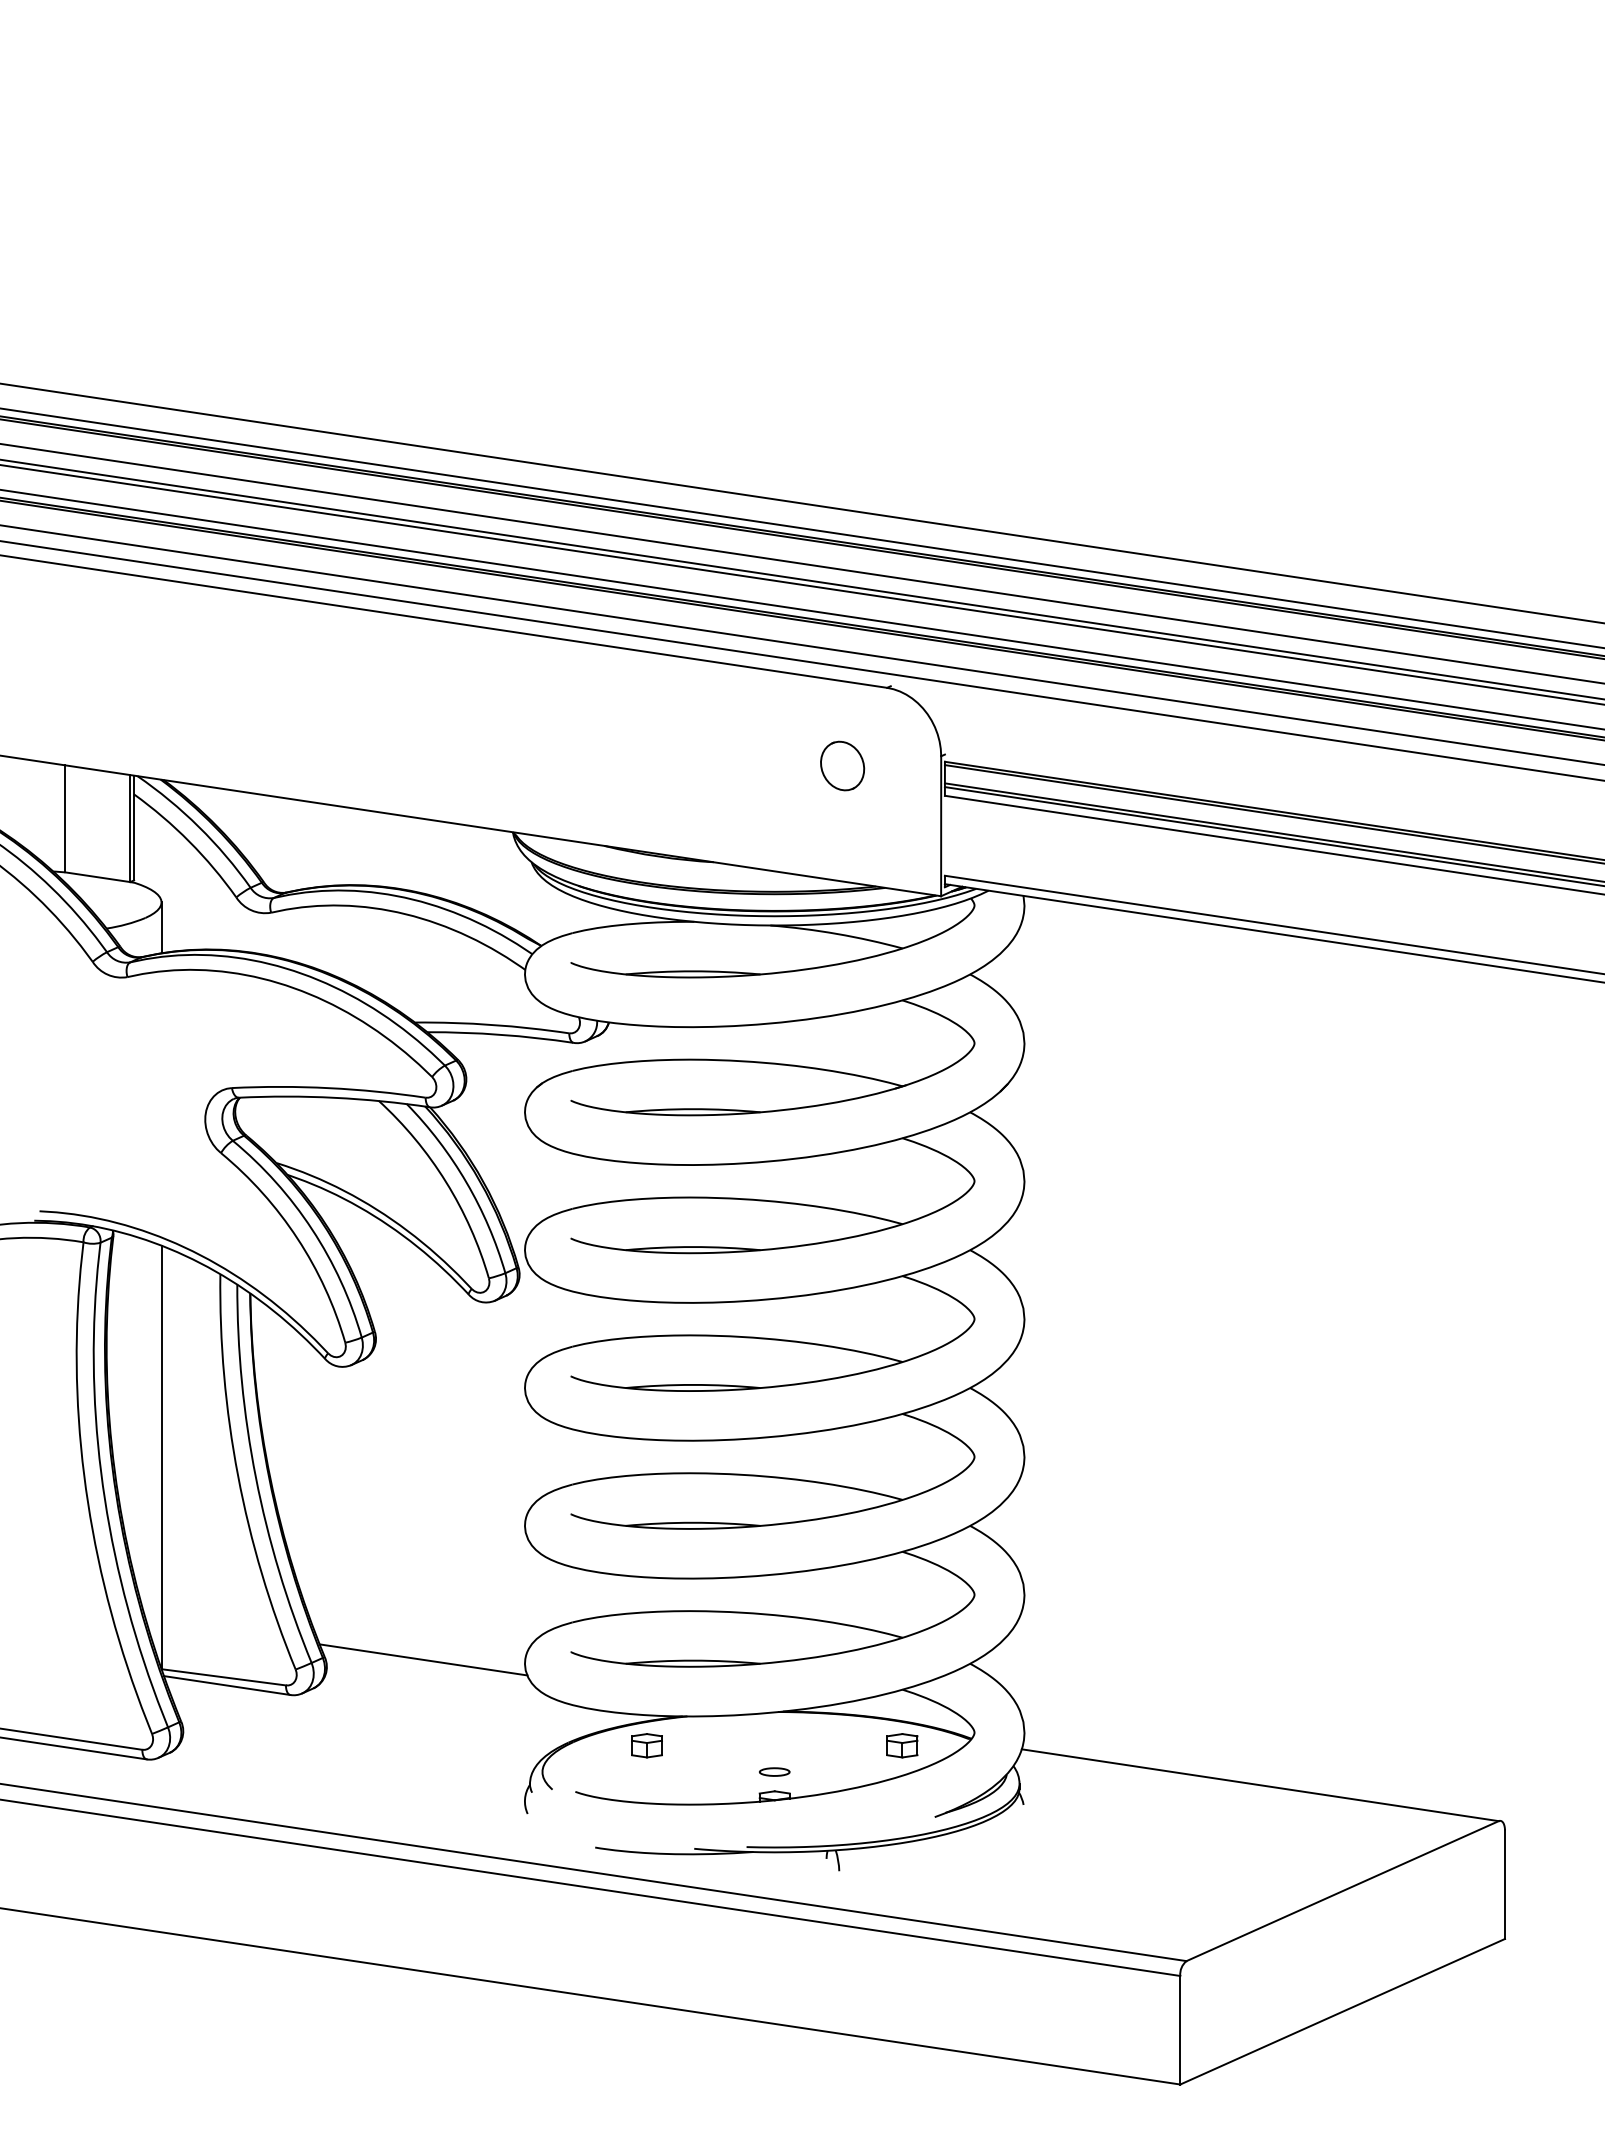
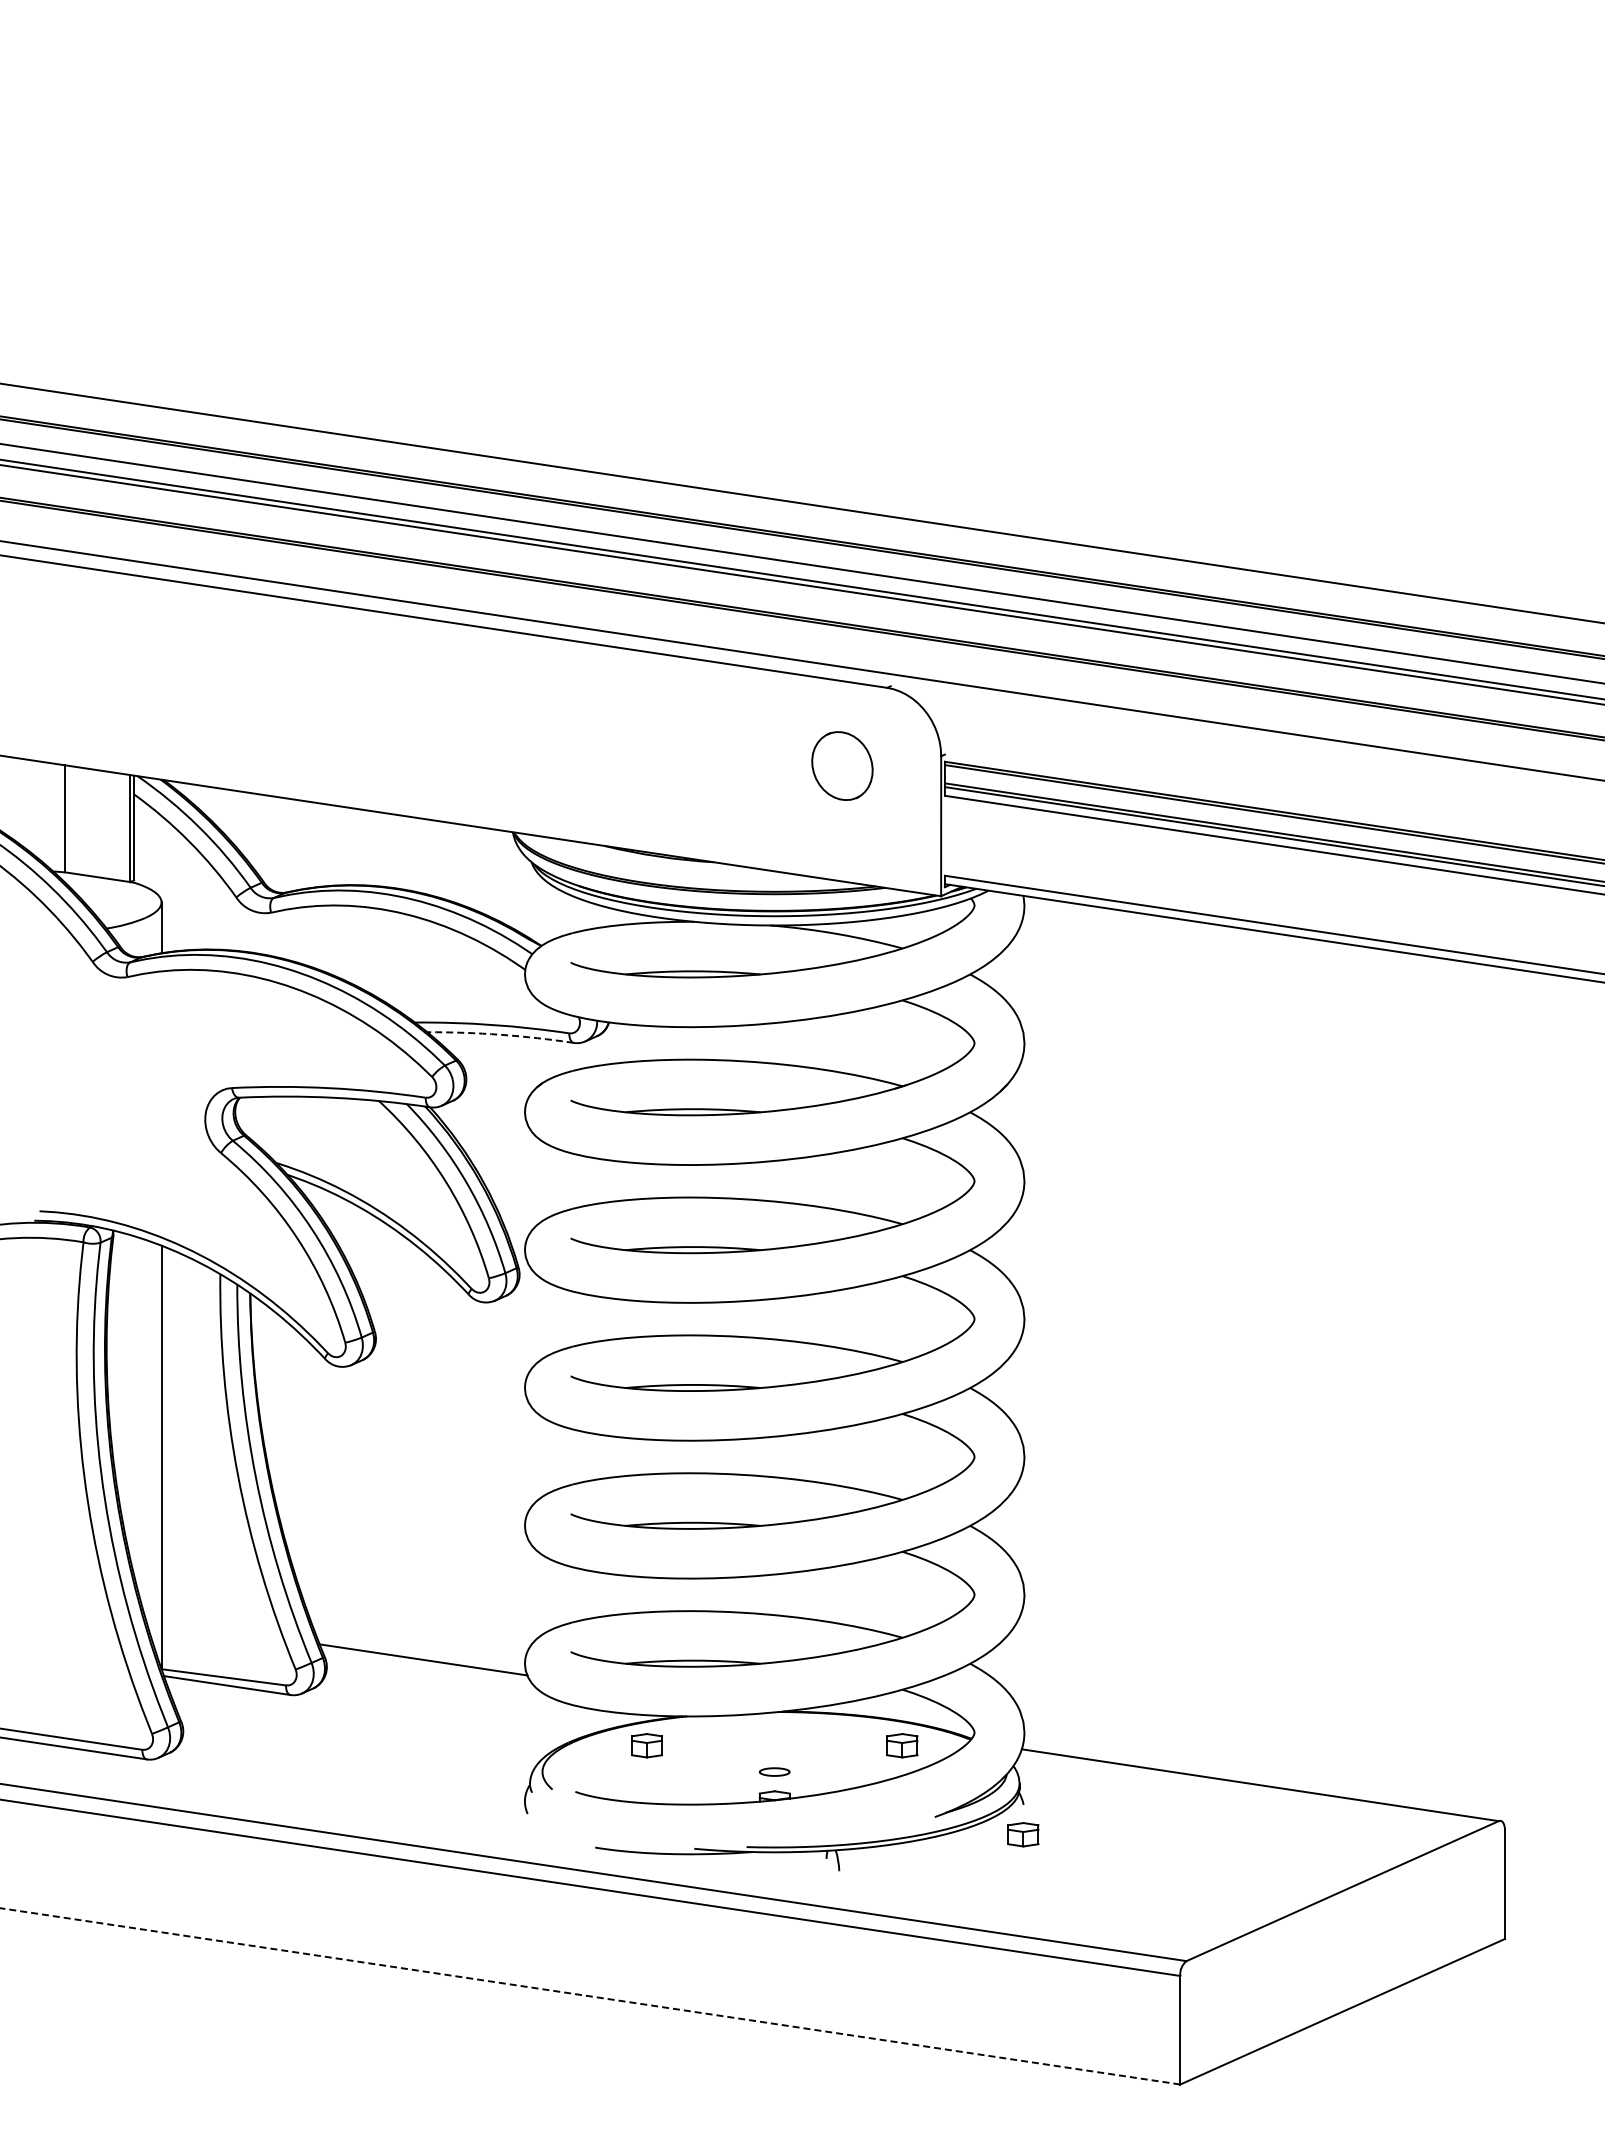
line at (801, 527): present -> none
line at (801, 609): present -> none
line at (801, 644): present -> none
part at (842, 765) size: 46x52 px -> 63x70 px
arc at (500, 1034): solid -> dashed
part at (1023, 1834): none -> present
line at (589, 1996): solid -> dashed
